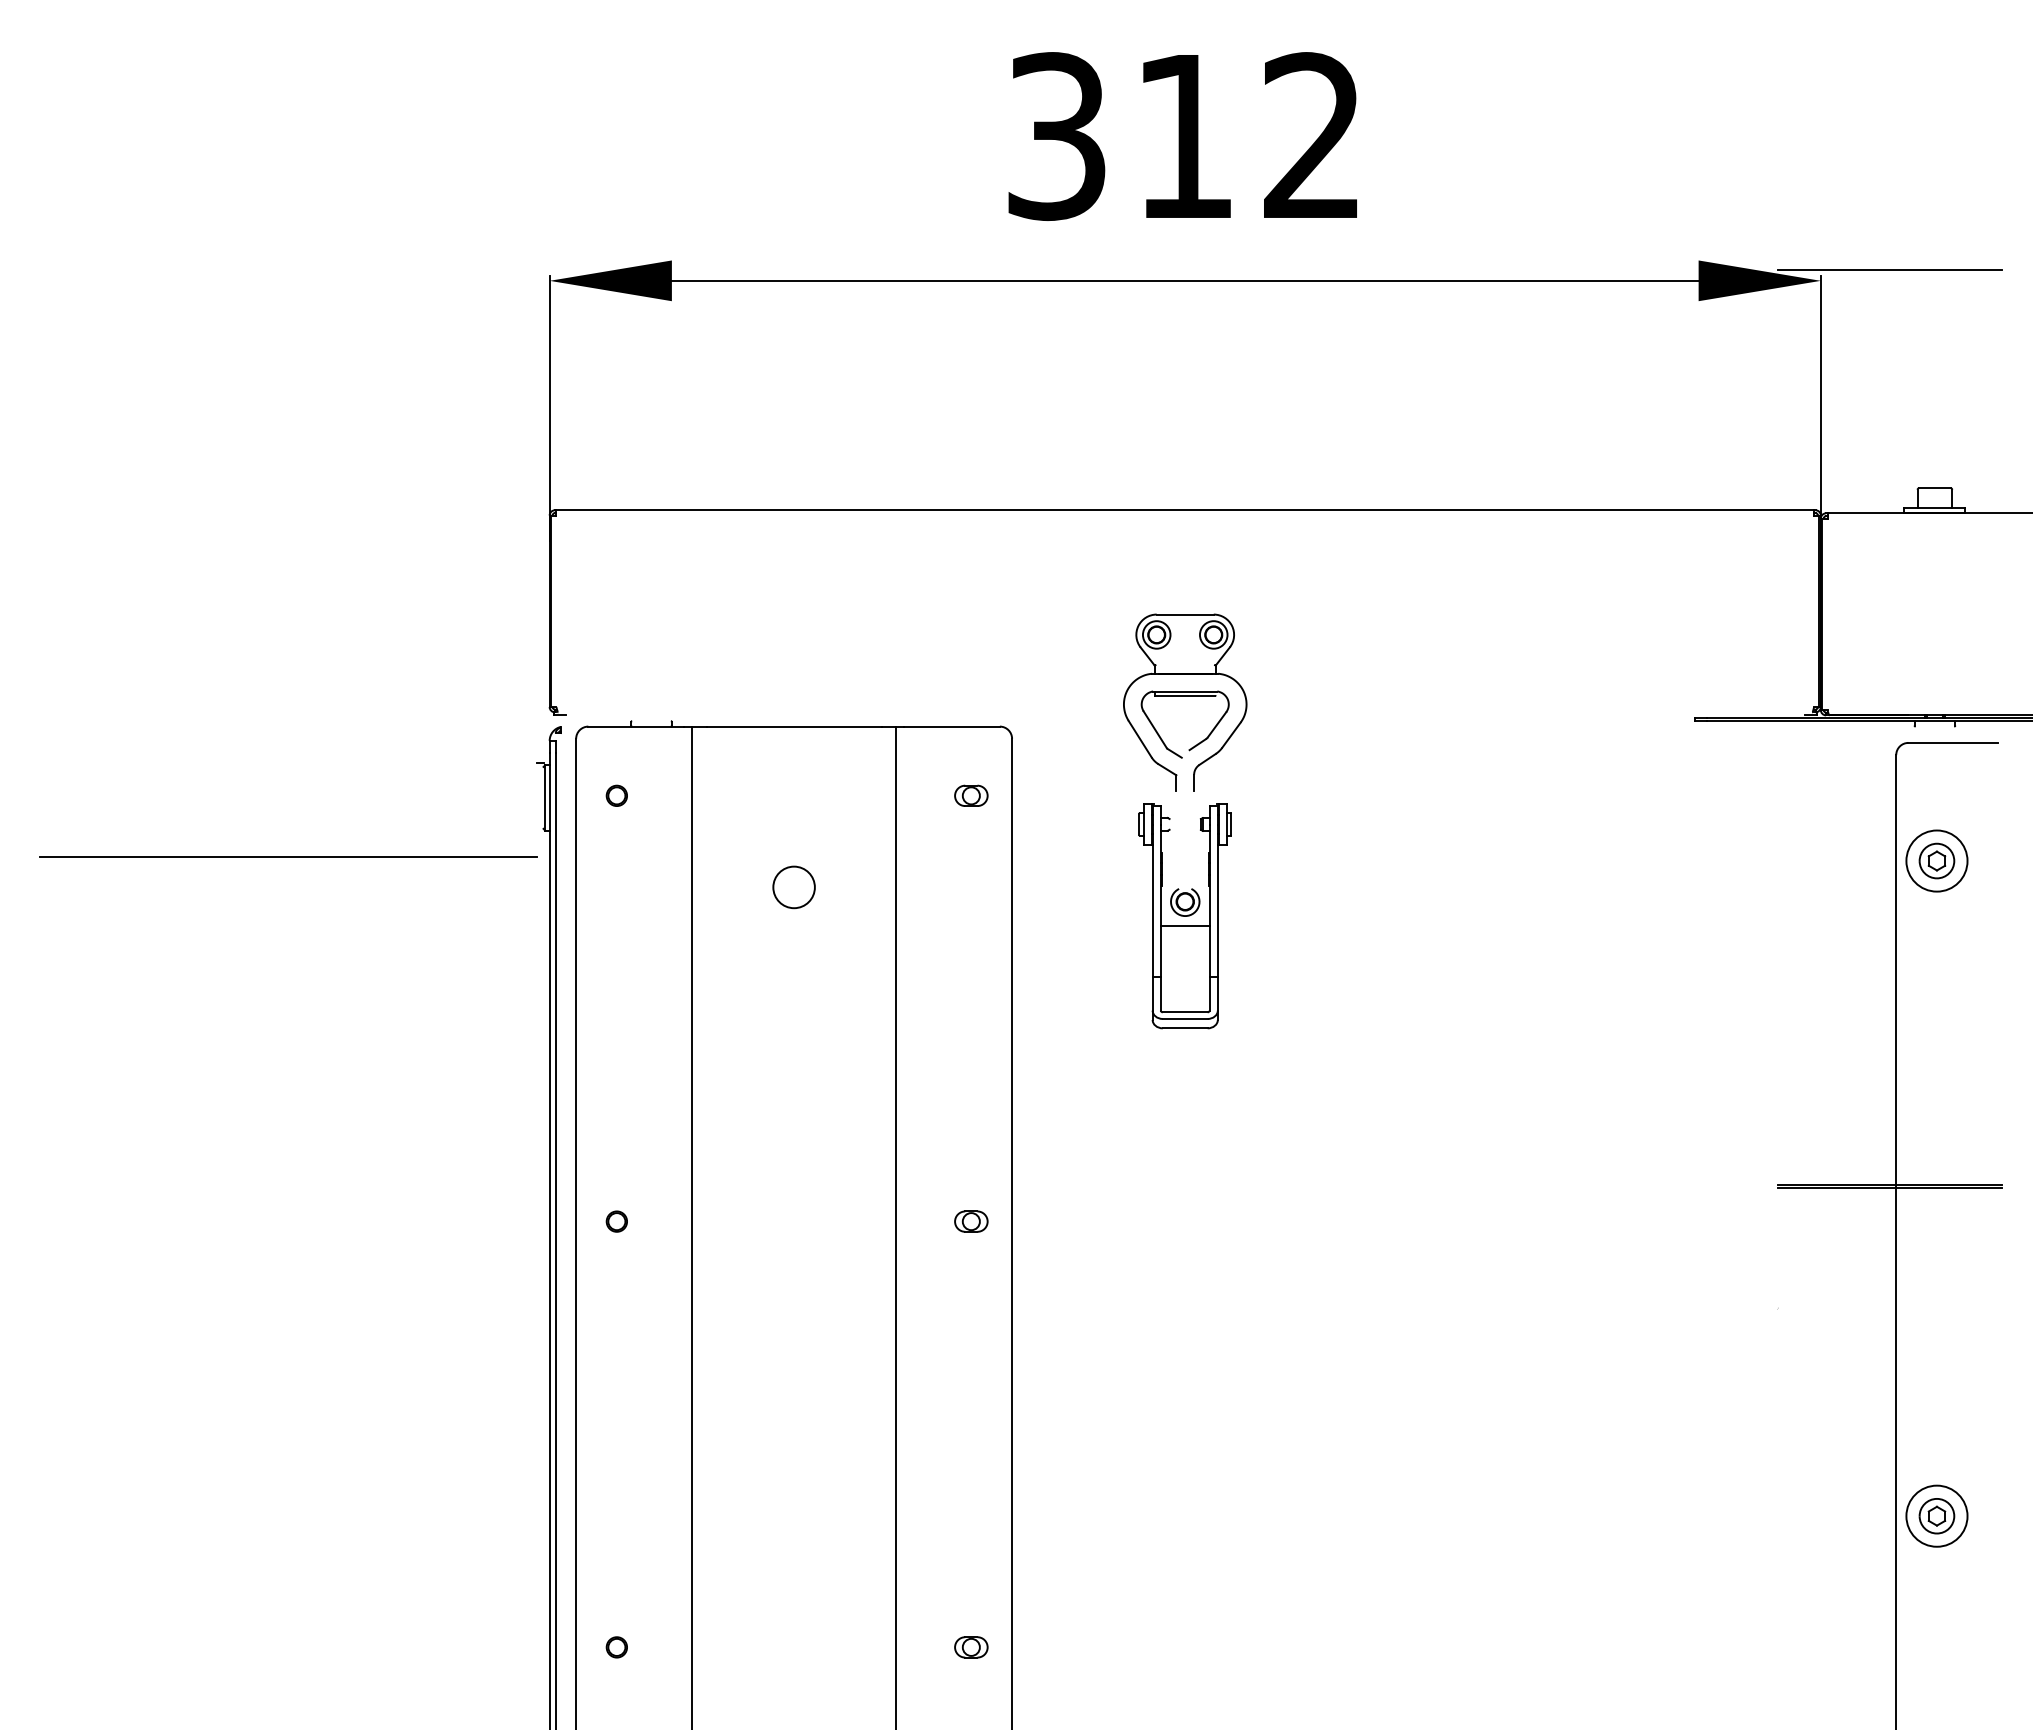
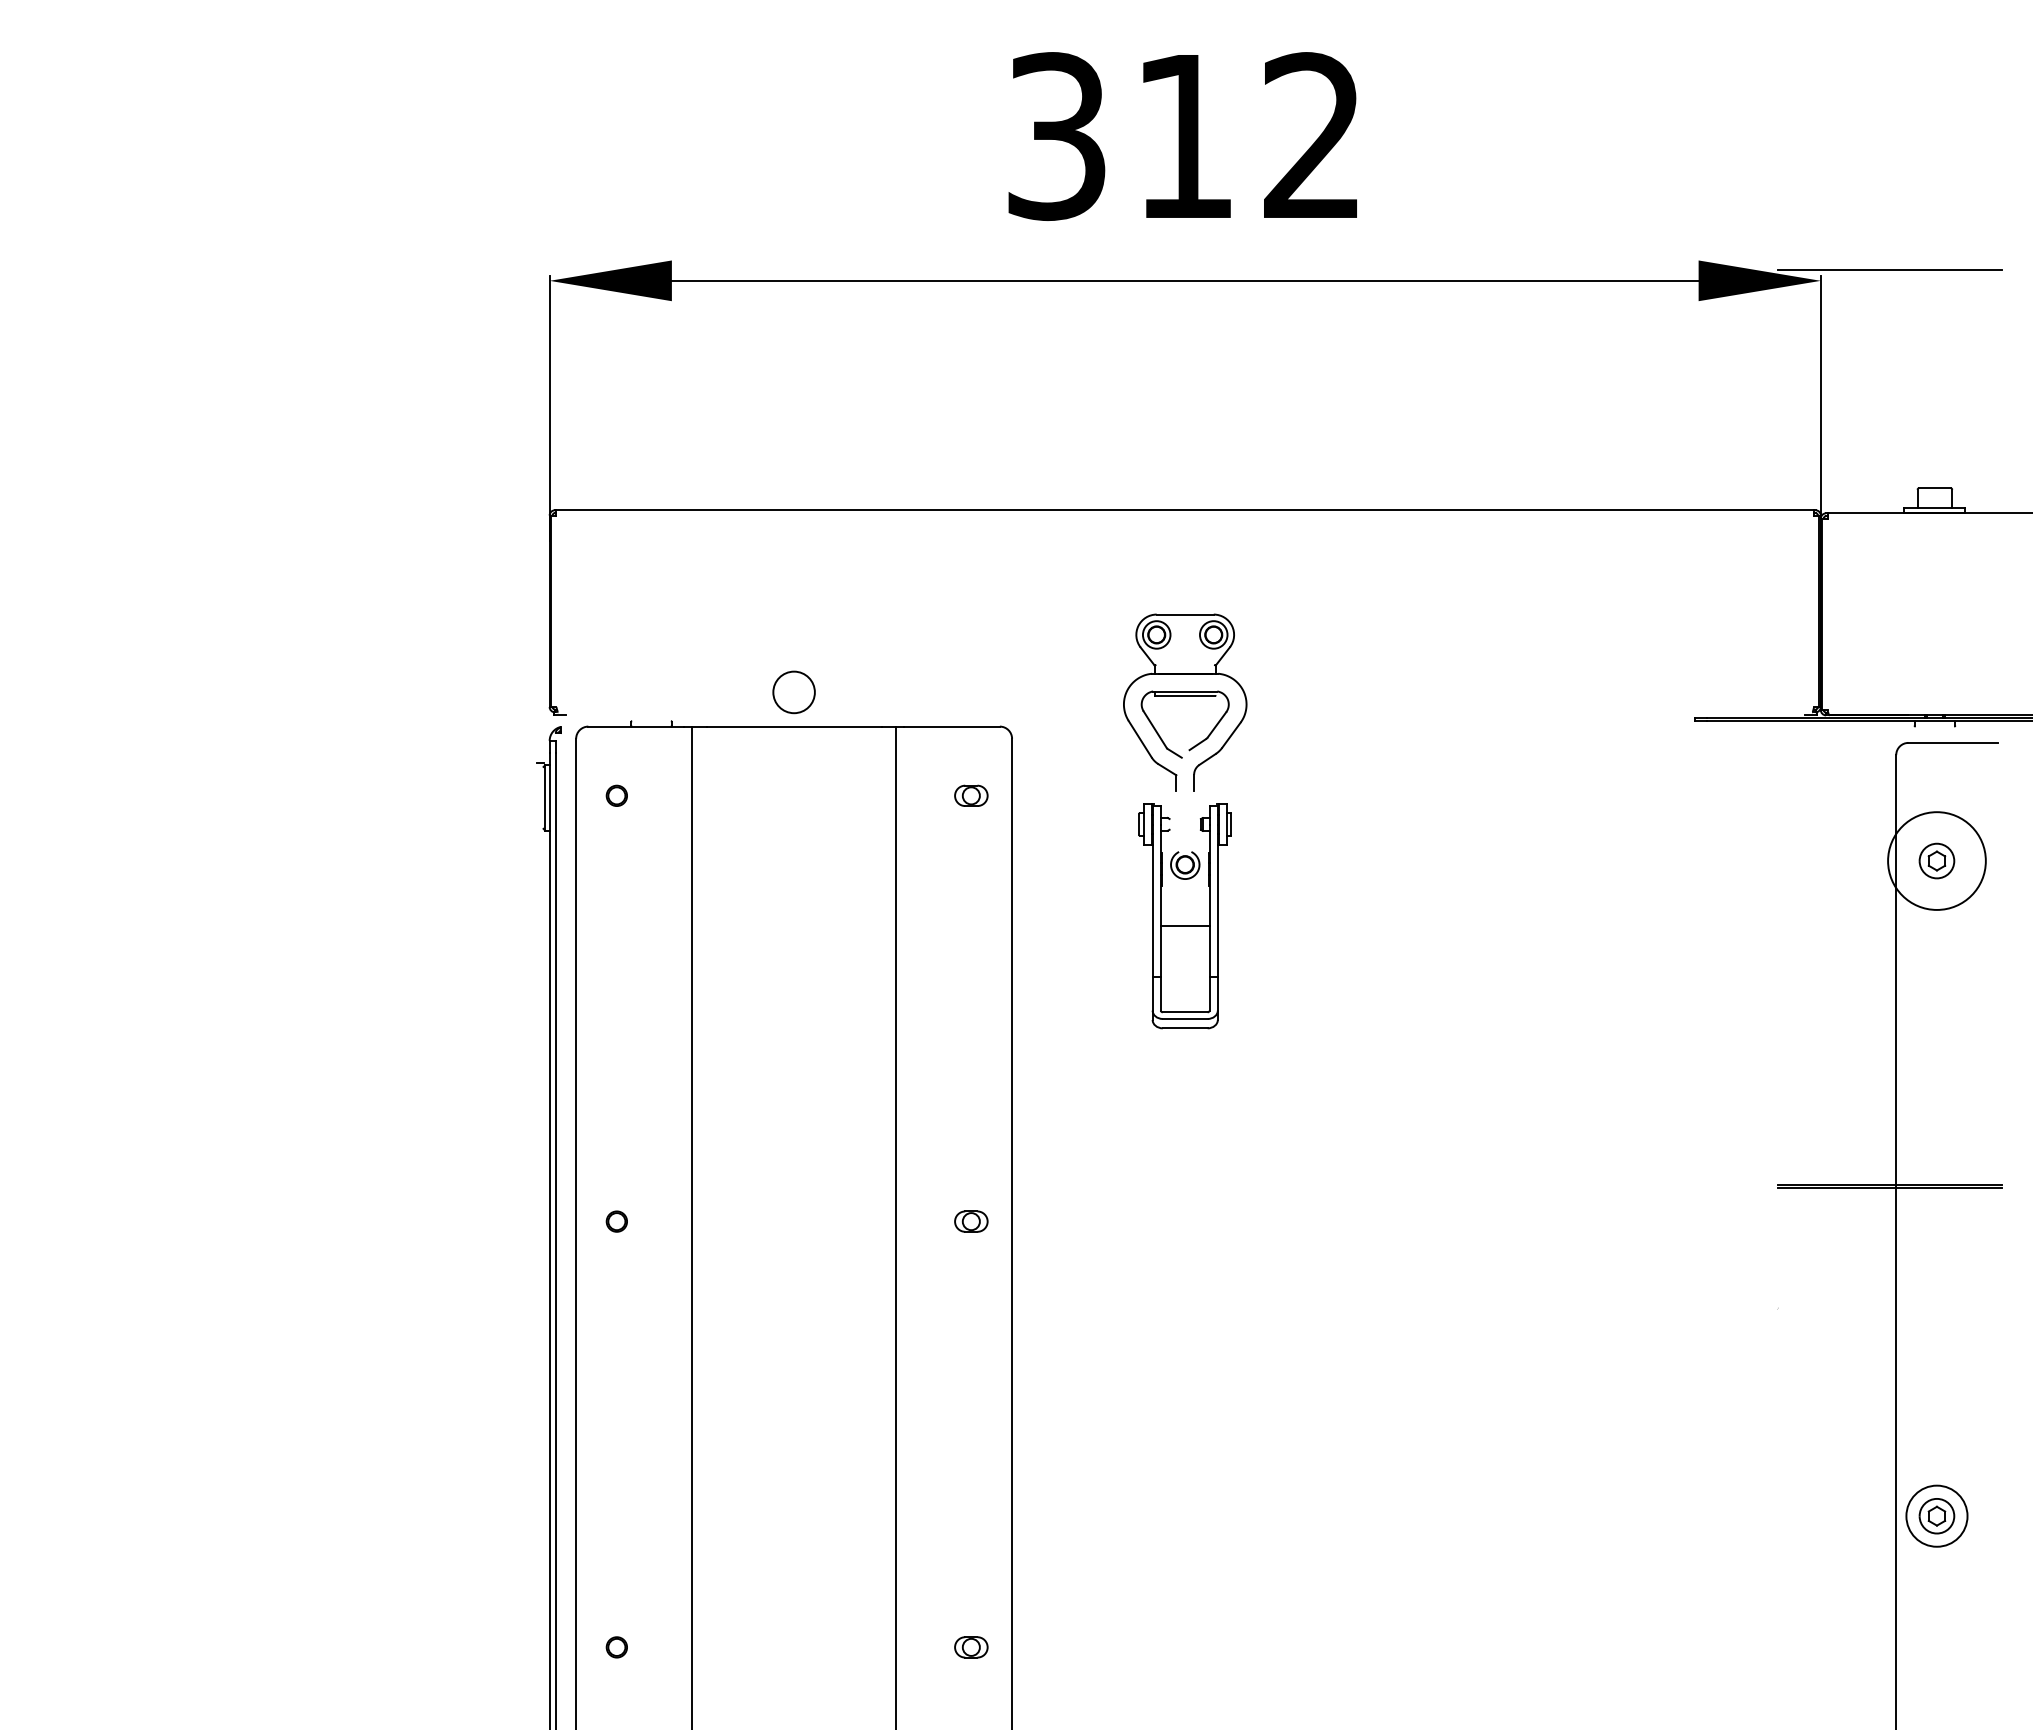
line at (288, 856): present -> none
circle at (1936, 860) diameter: 61 px -> 98 px
circle at (793, 887) position: (793, 887) -> (793, 692)
part at (1185, 902) position: (1185, 902) -> (1185, 865)
